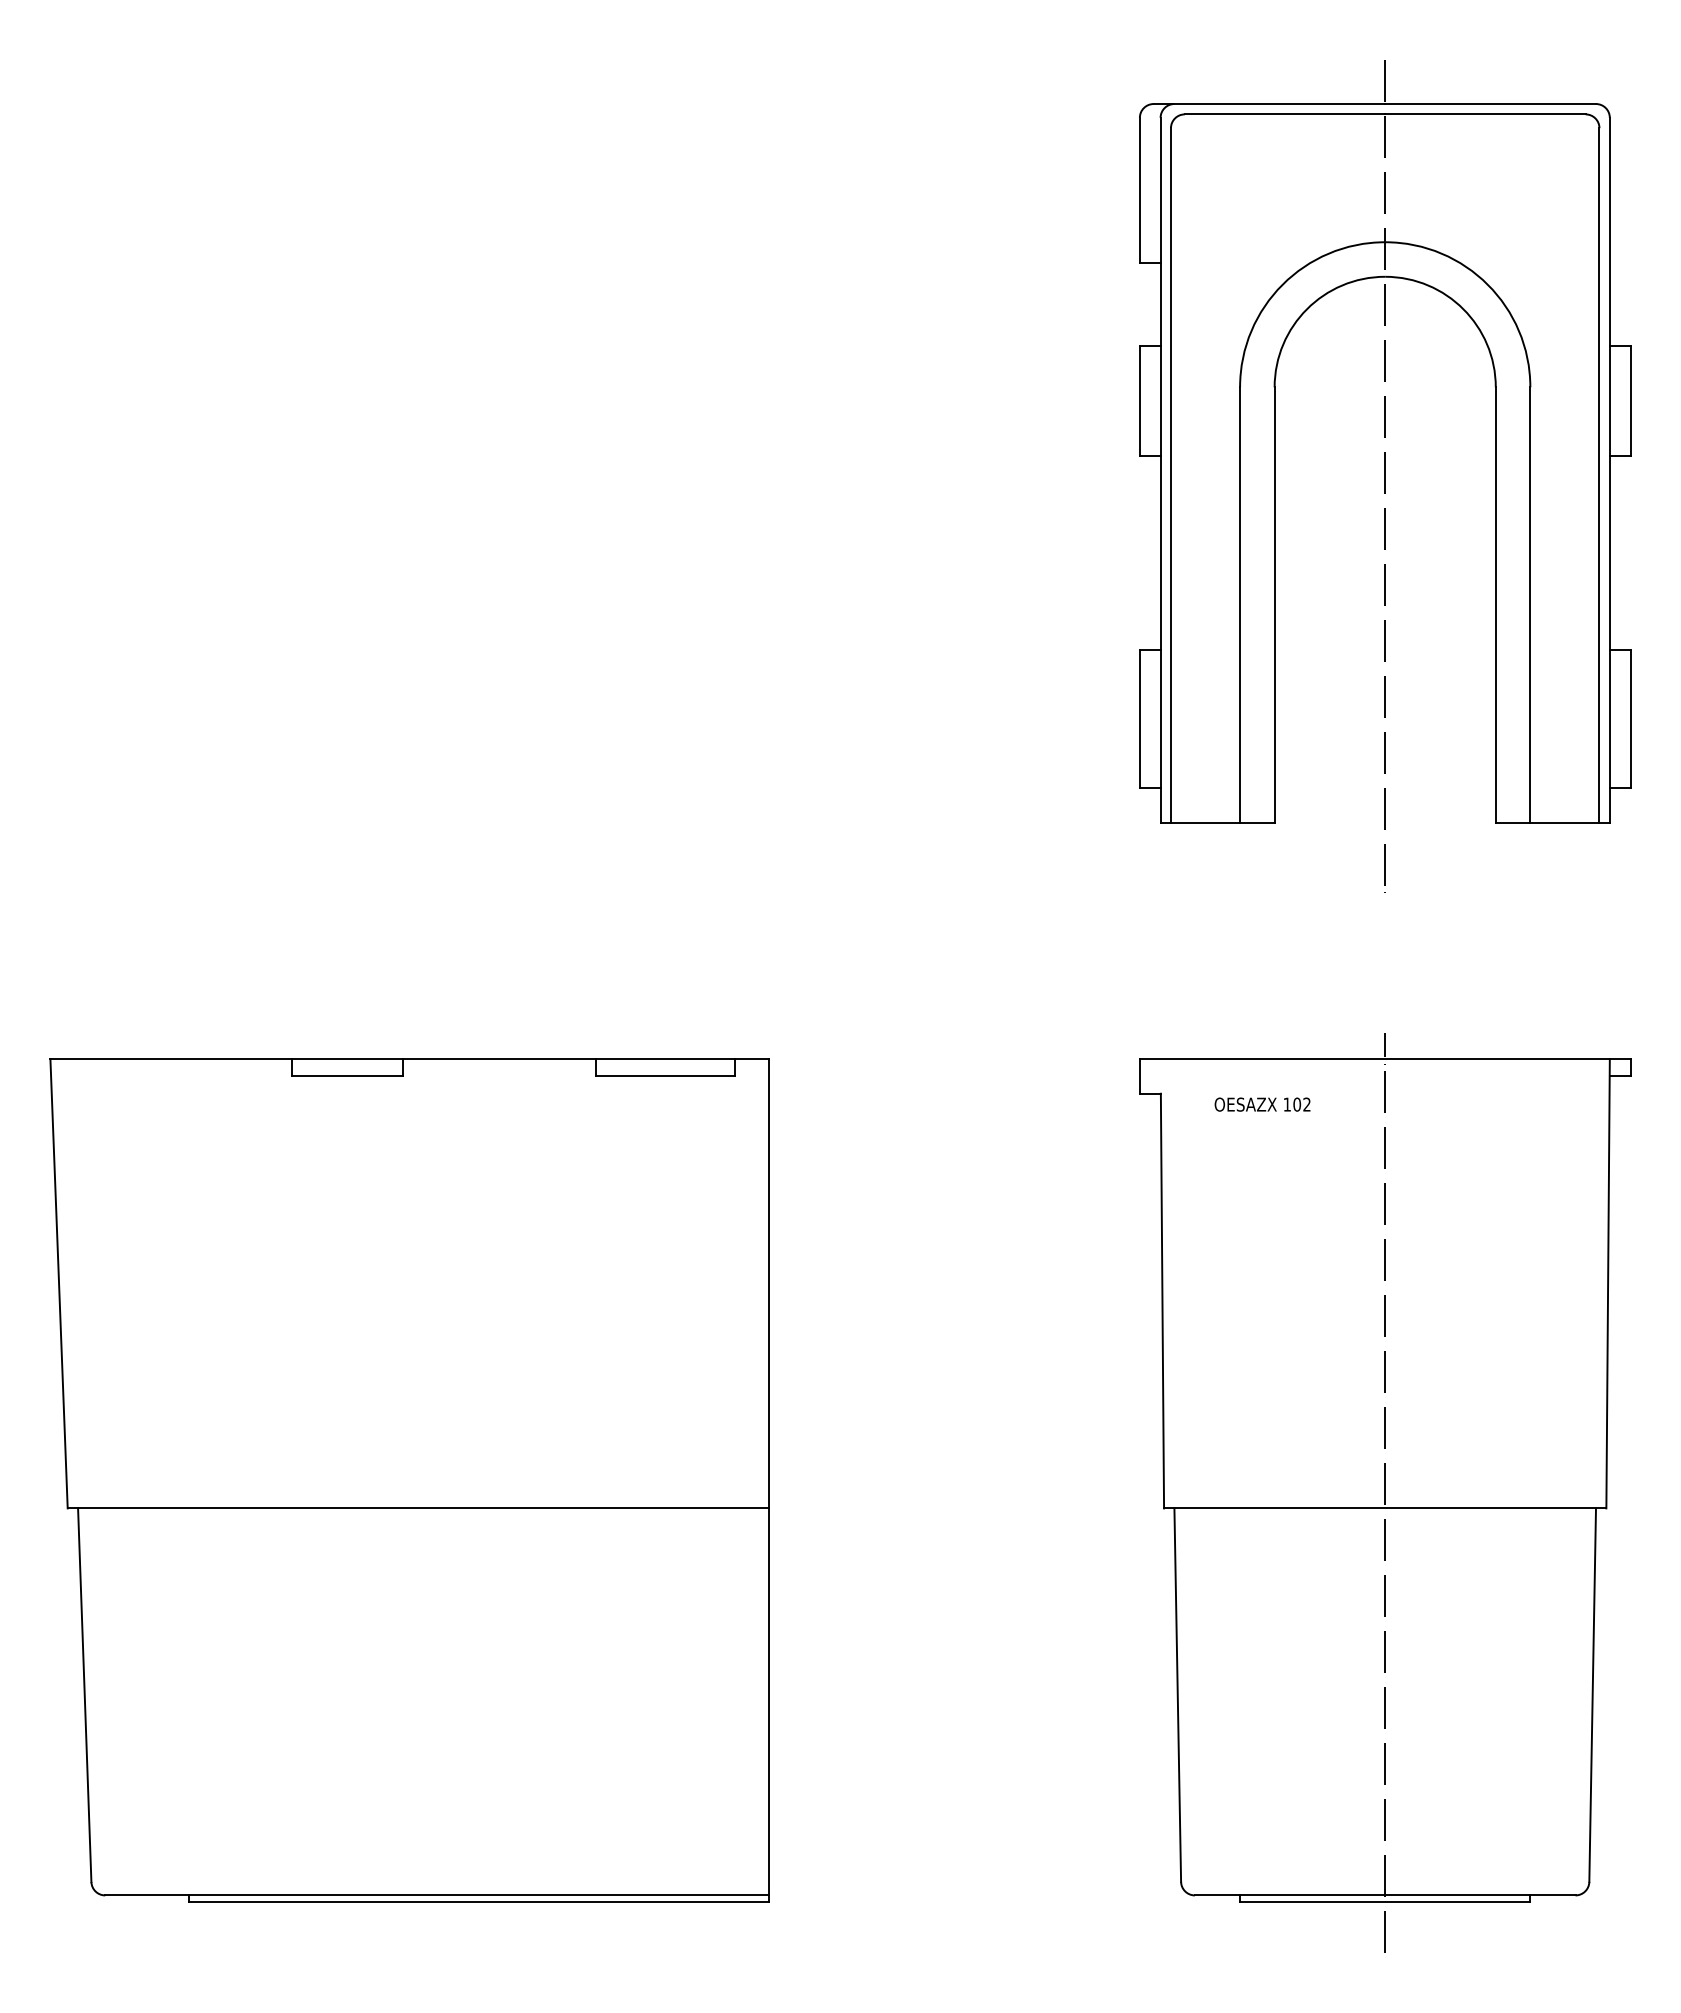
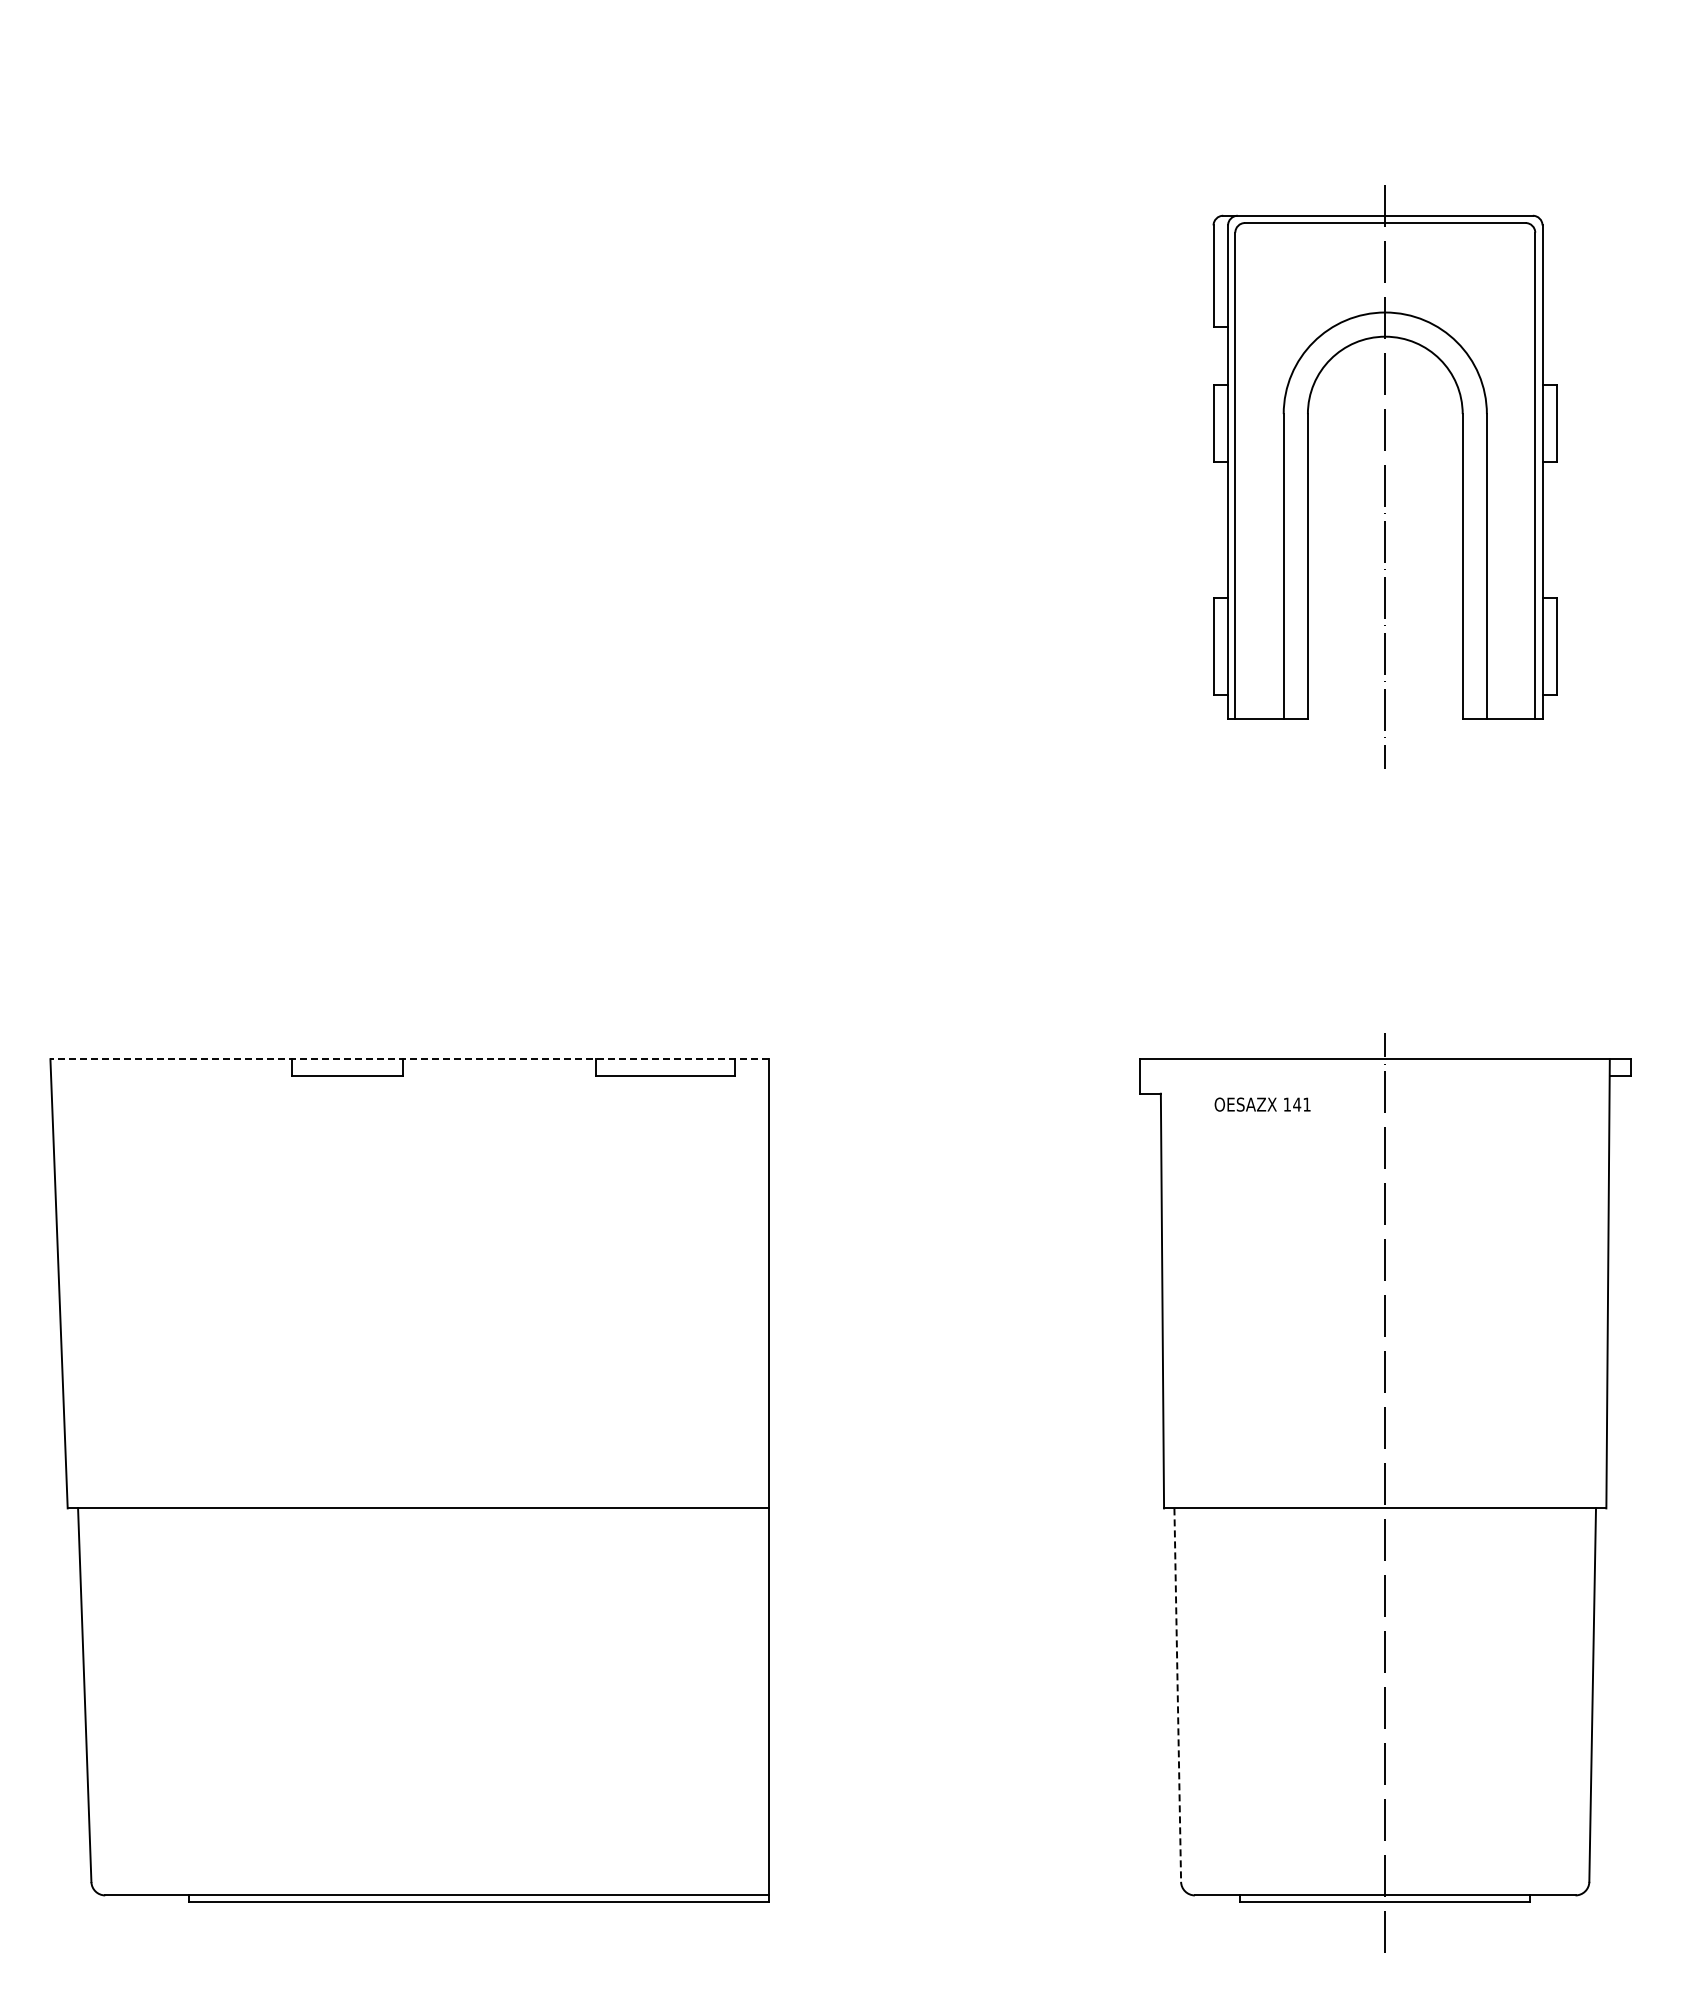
part at (1385, 476) size: 493x833 px -> 346x584 px
line at (409, 1059): solid -> dashed
text at (1301, 1104): 102 -> 141
line at (1177, 1695): solid -> dashed
